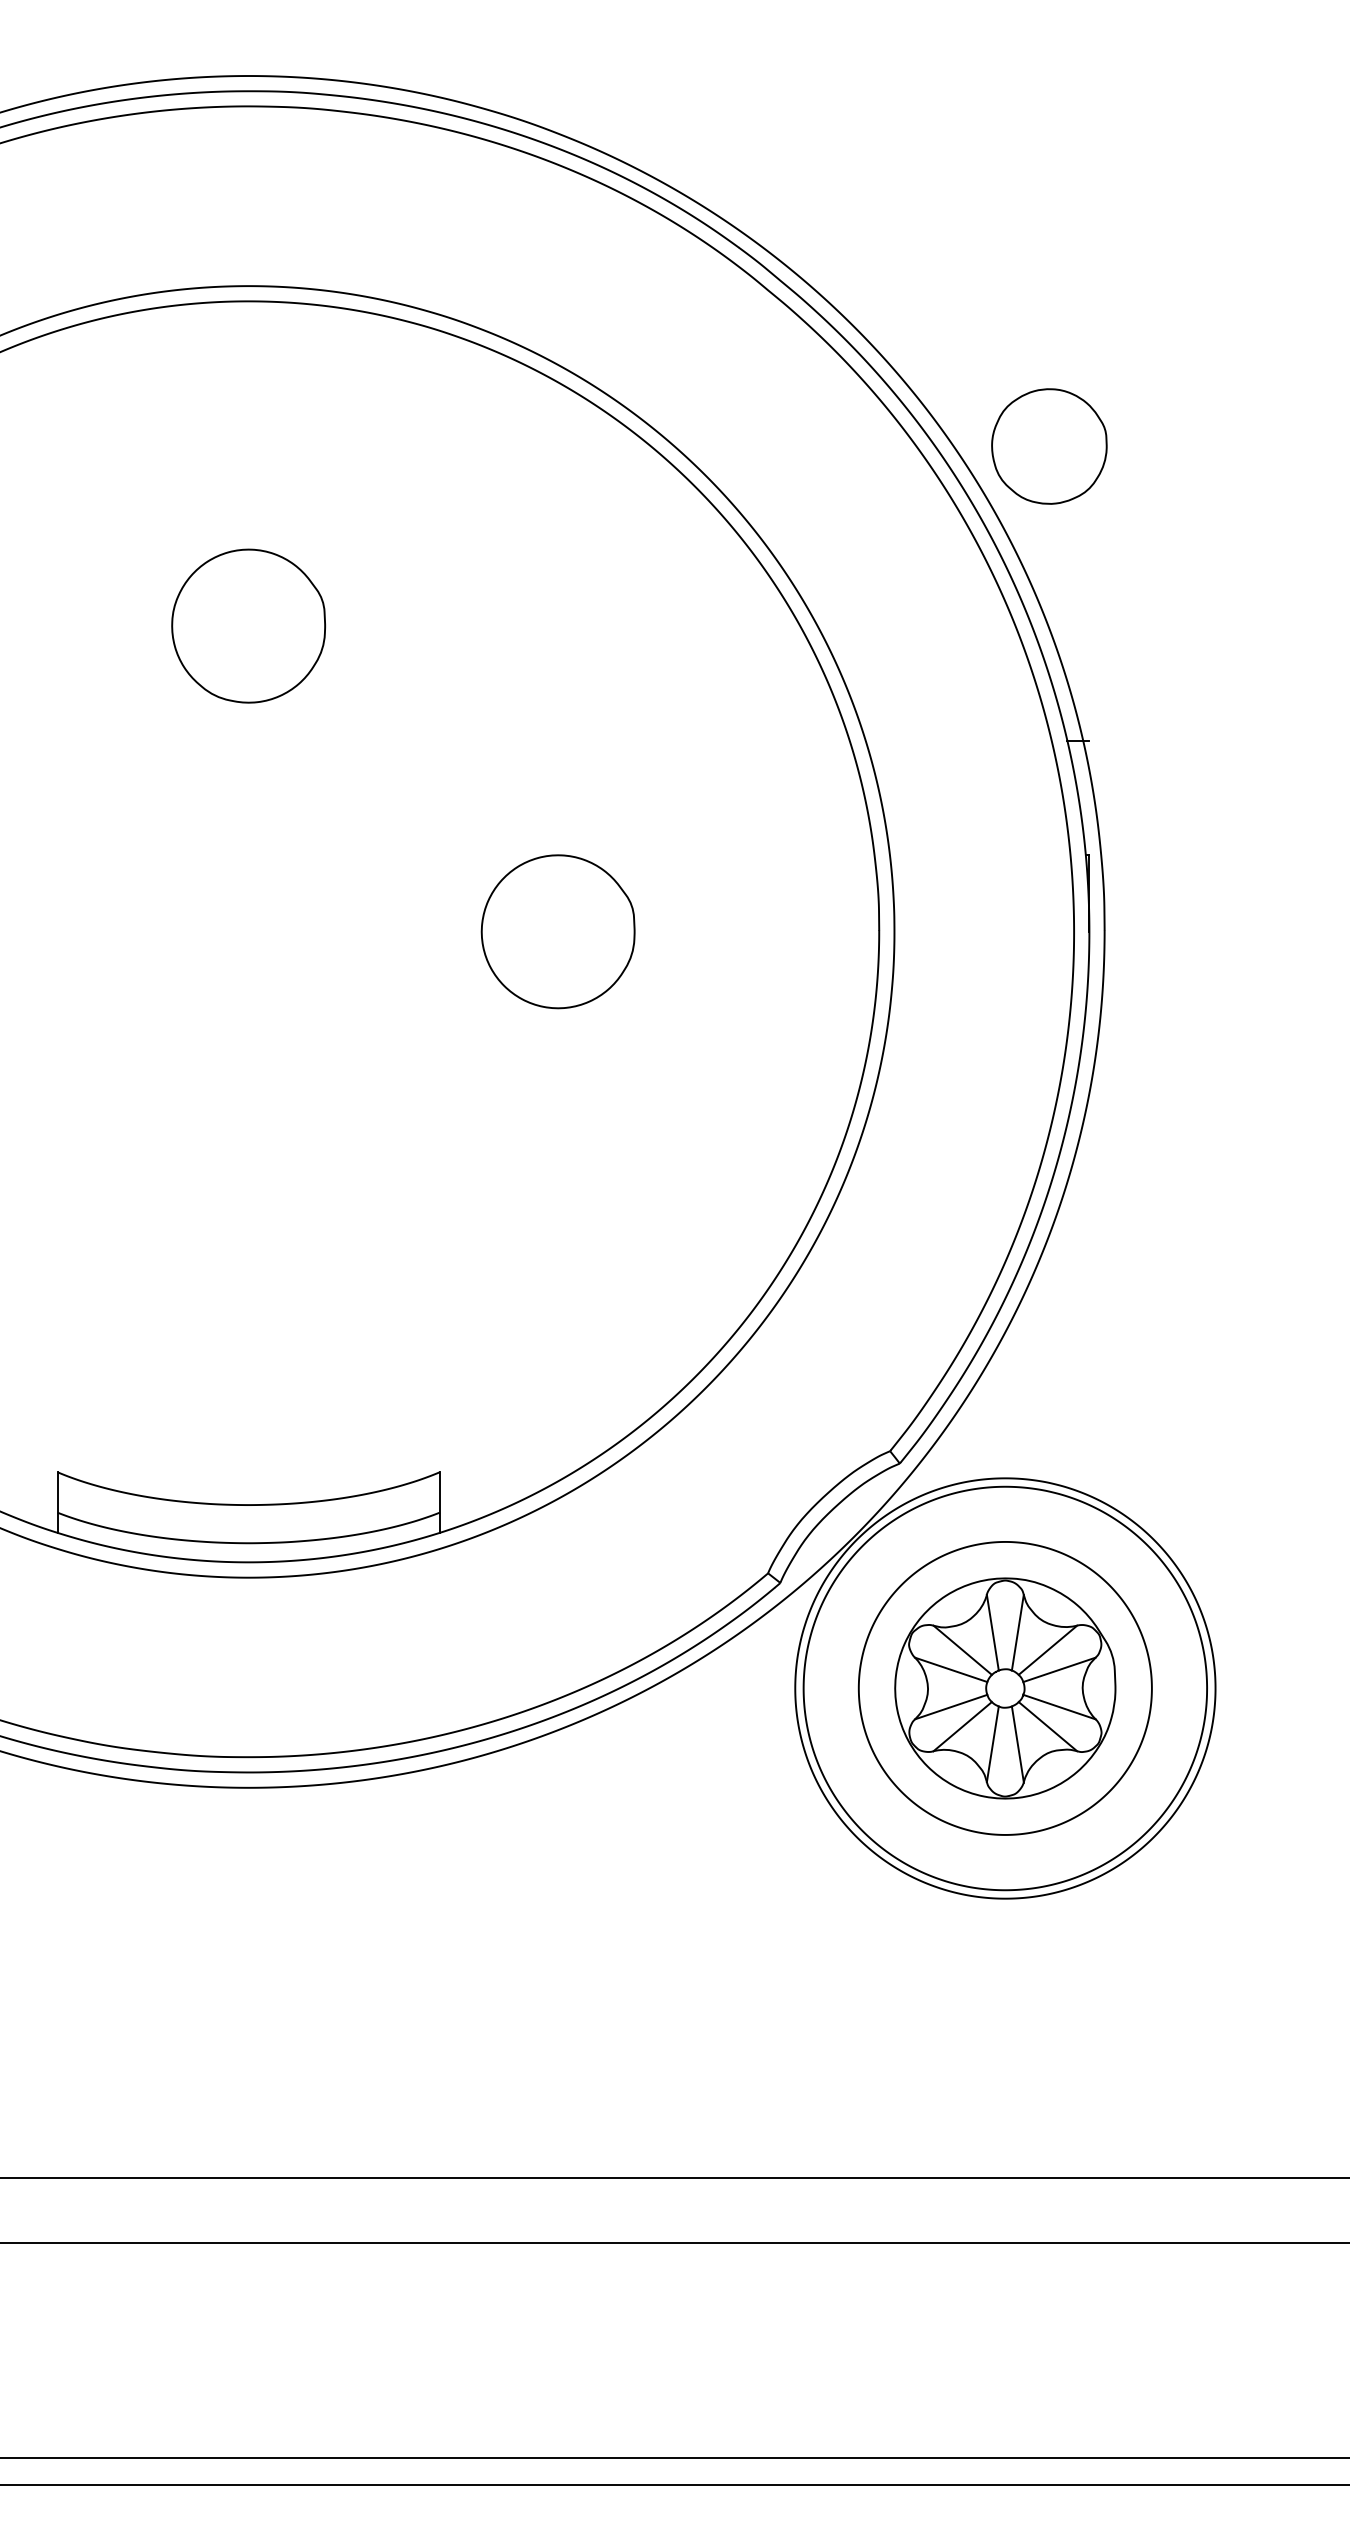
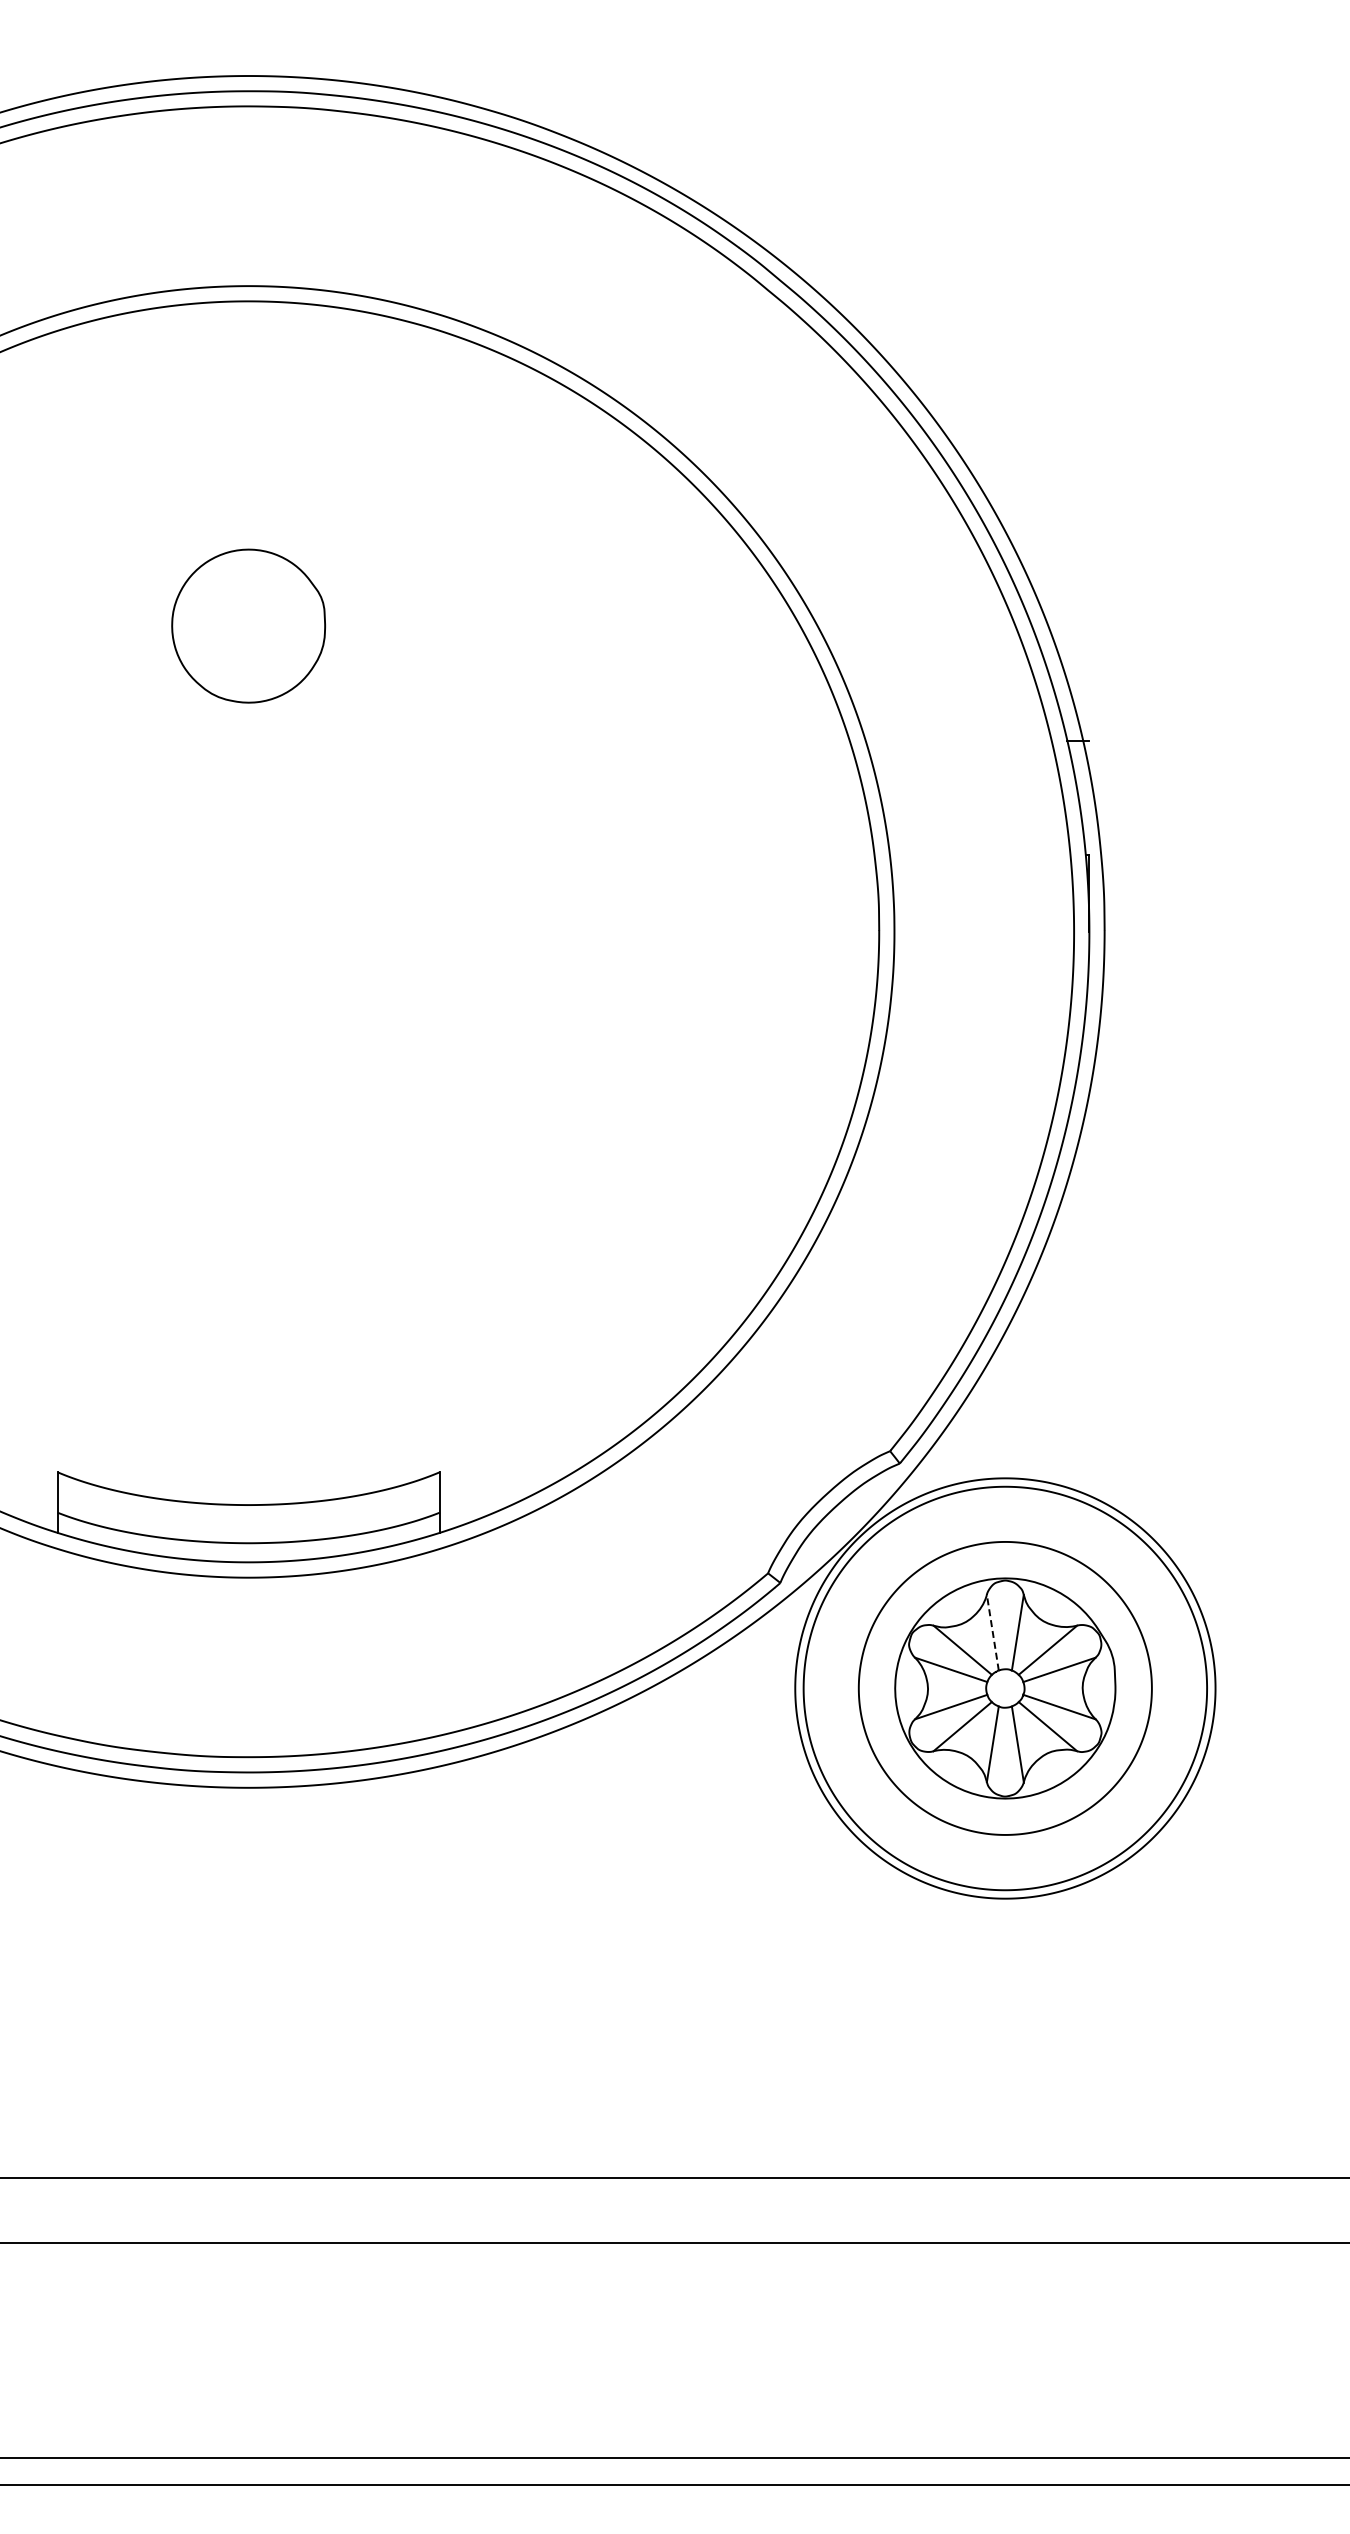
part at (1049, 446): present -> none
part at (557, 931): present -> none
line at (992, 1632): solid -> dashed
